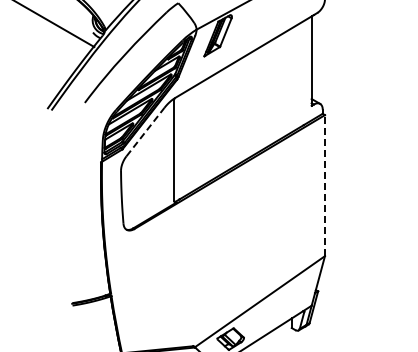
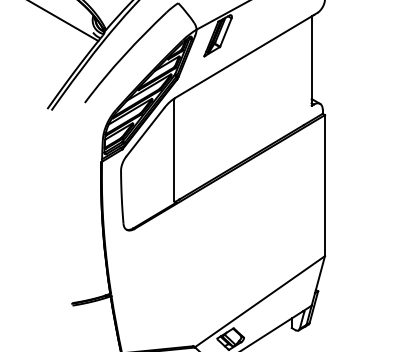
line at (55, 24) position: (55, 24) -> (64, 21)
line at (145, 132): dashed -> solid
line at (324, 185): dashed -> solid
